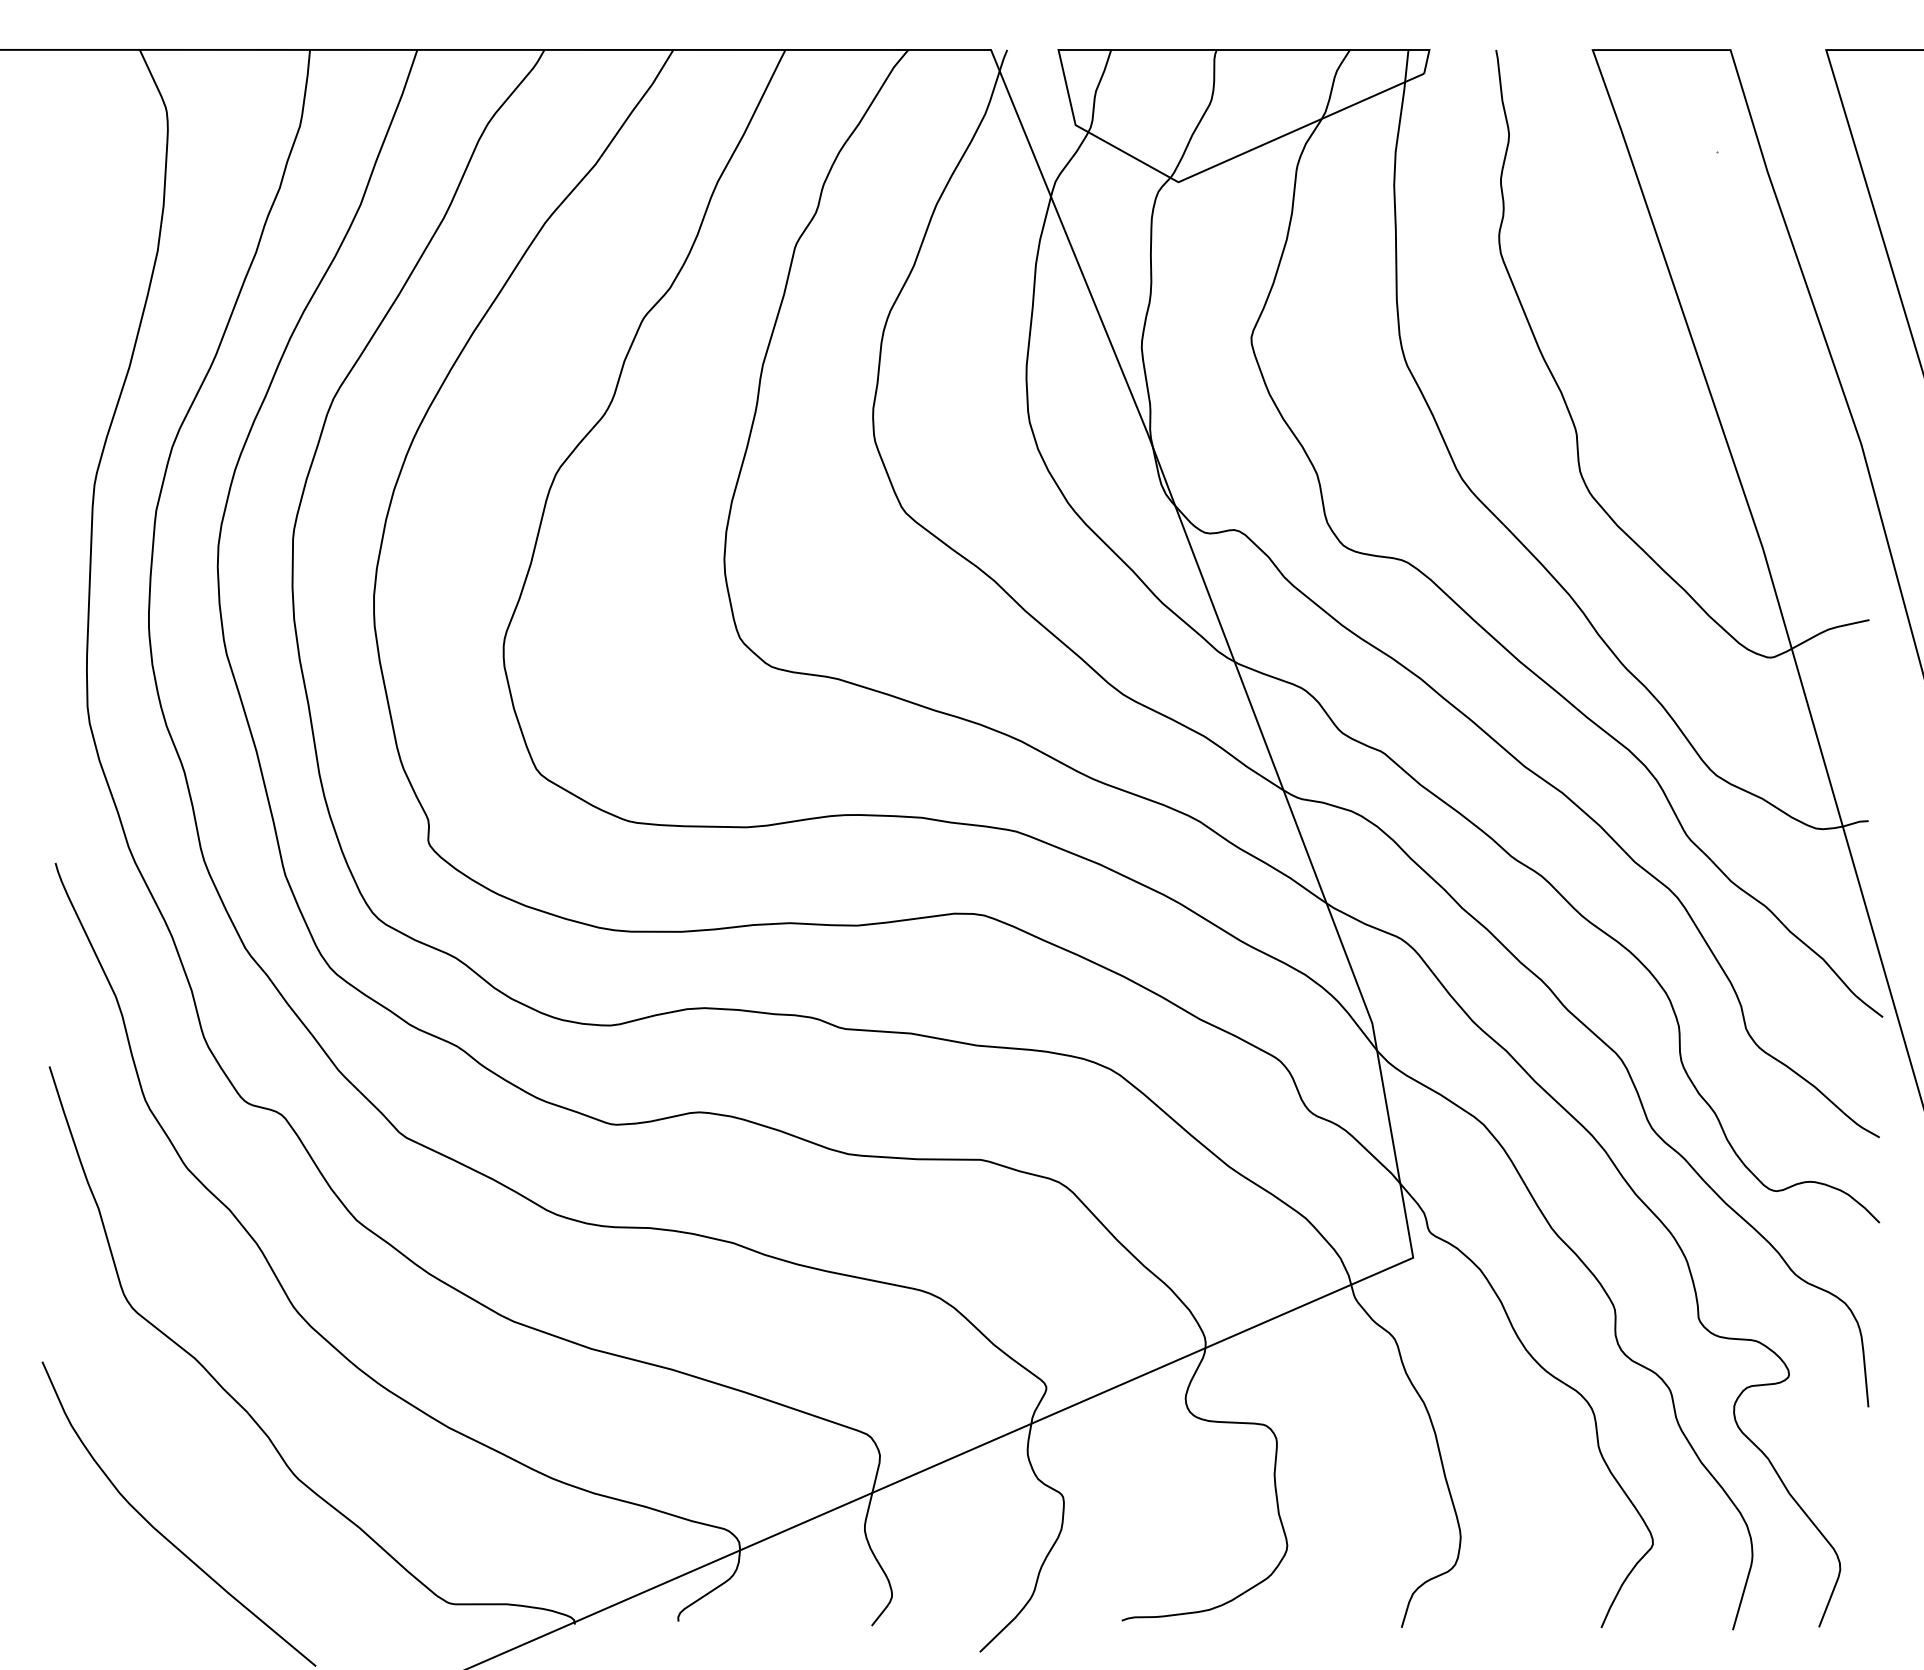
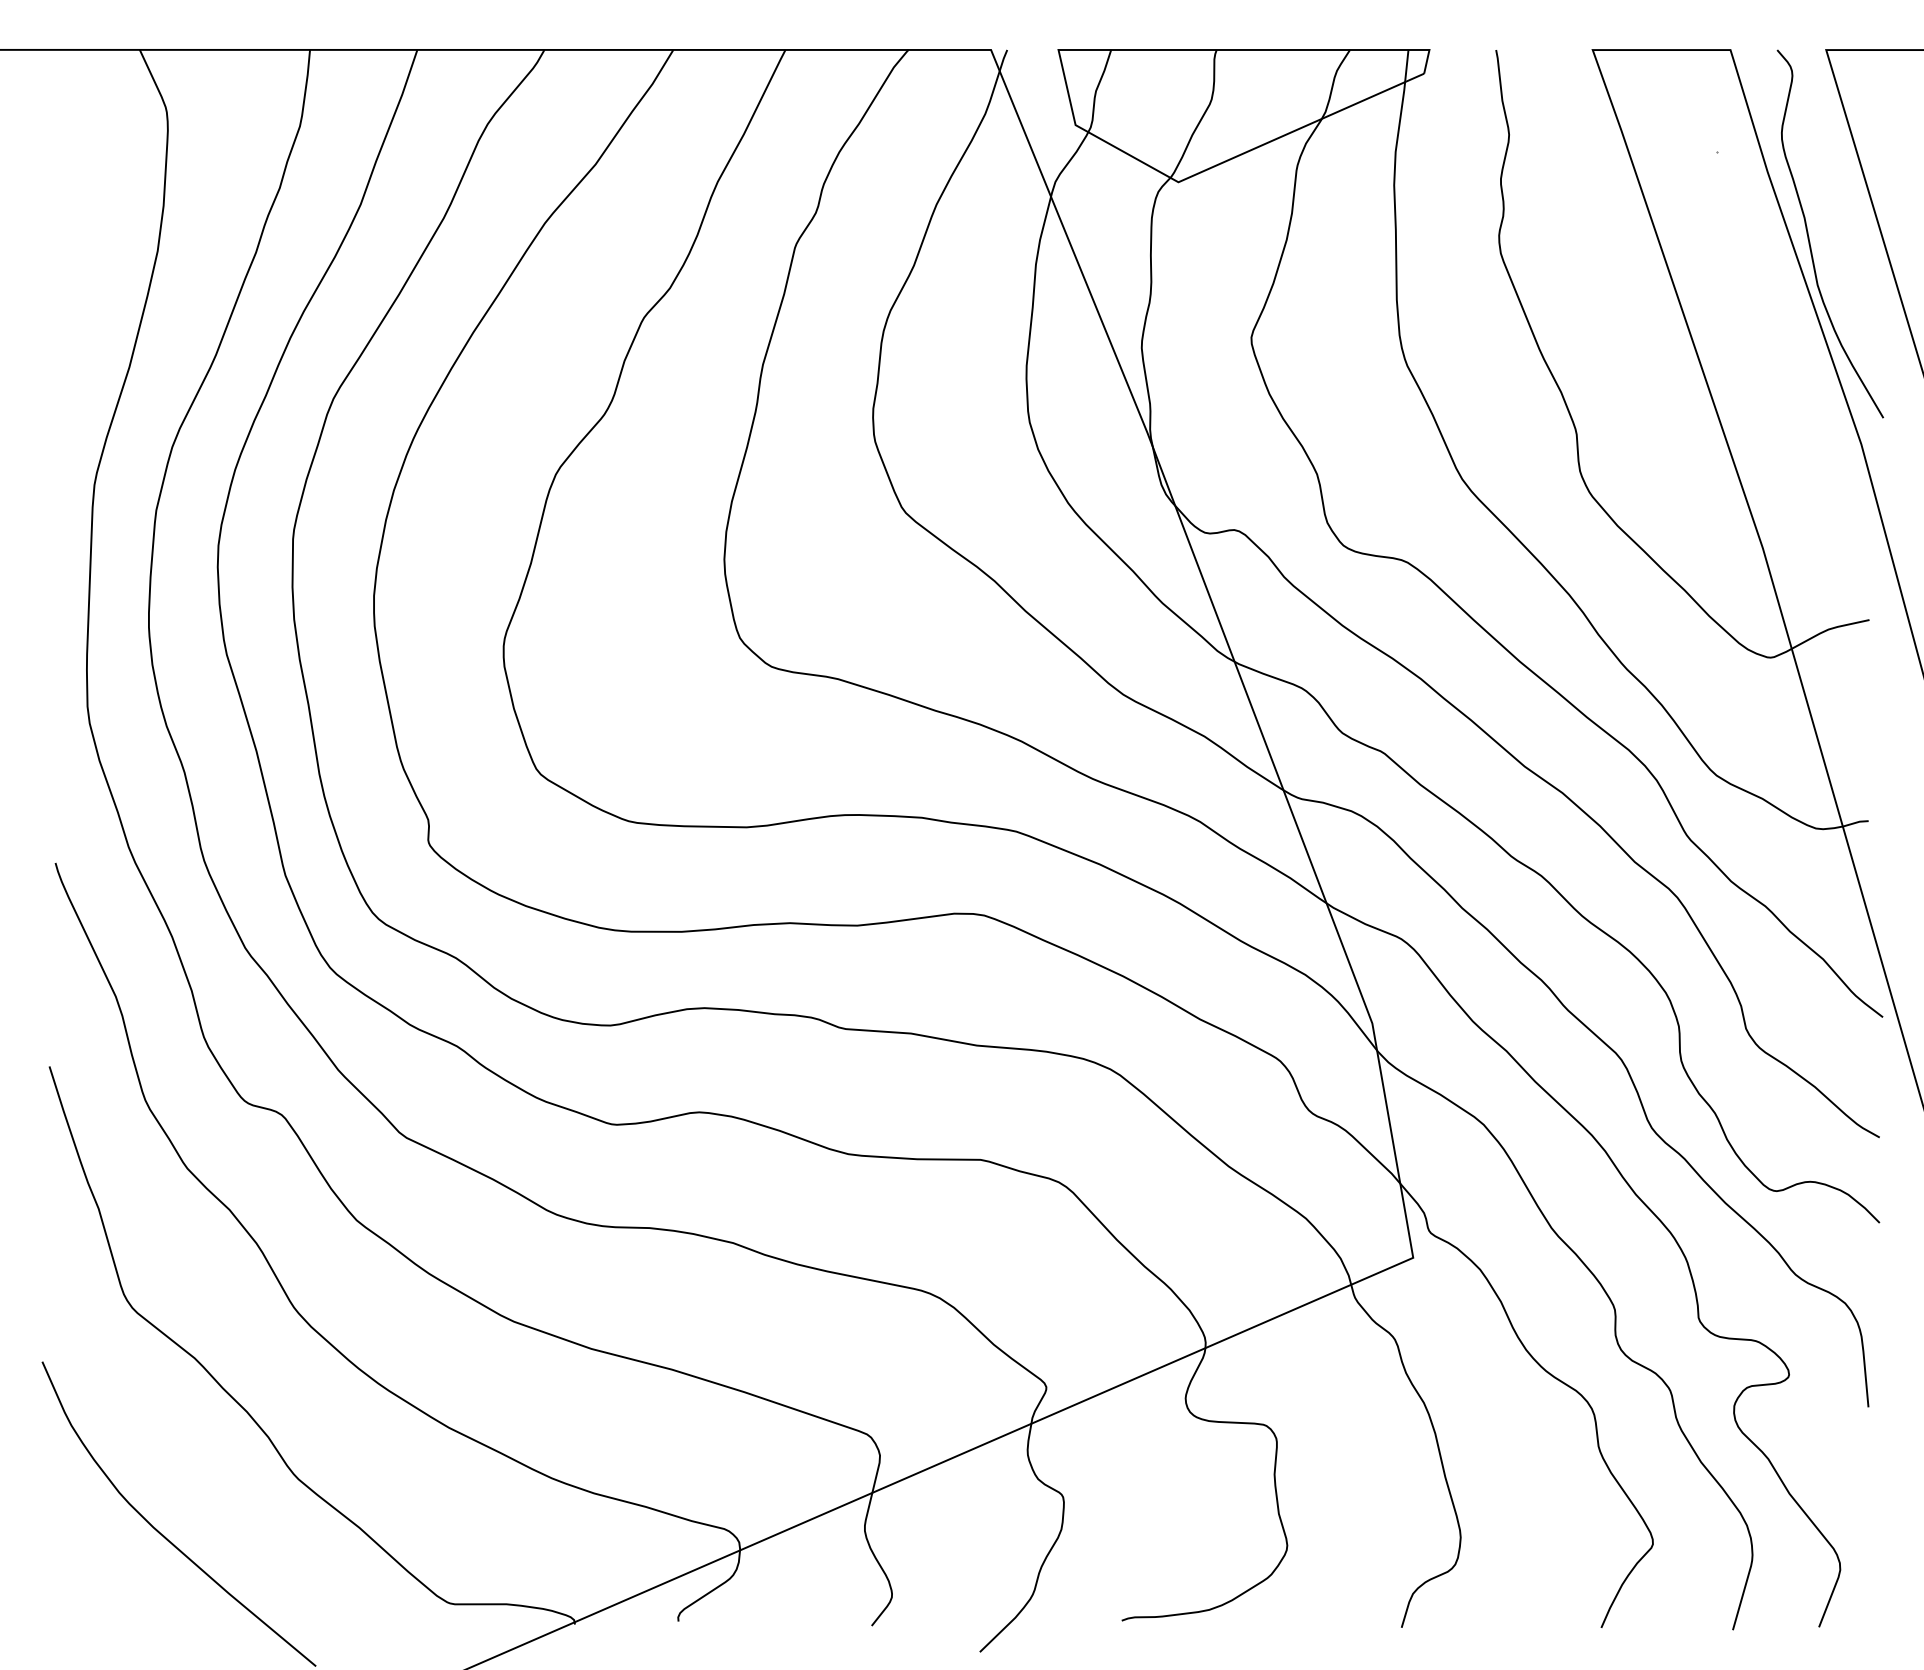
curve at (1809, 236): none -> present
